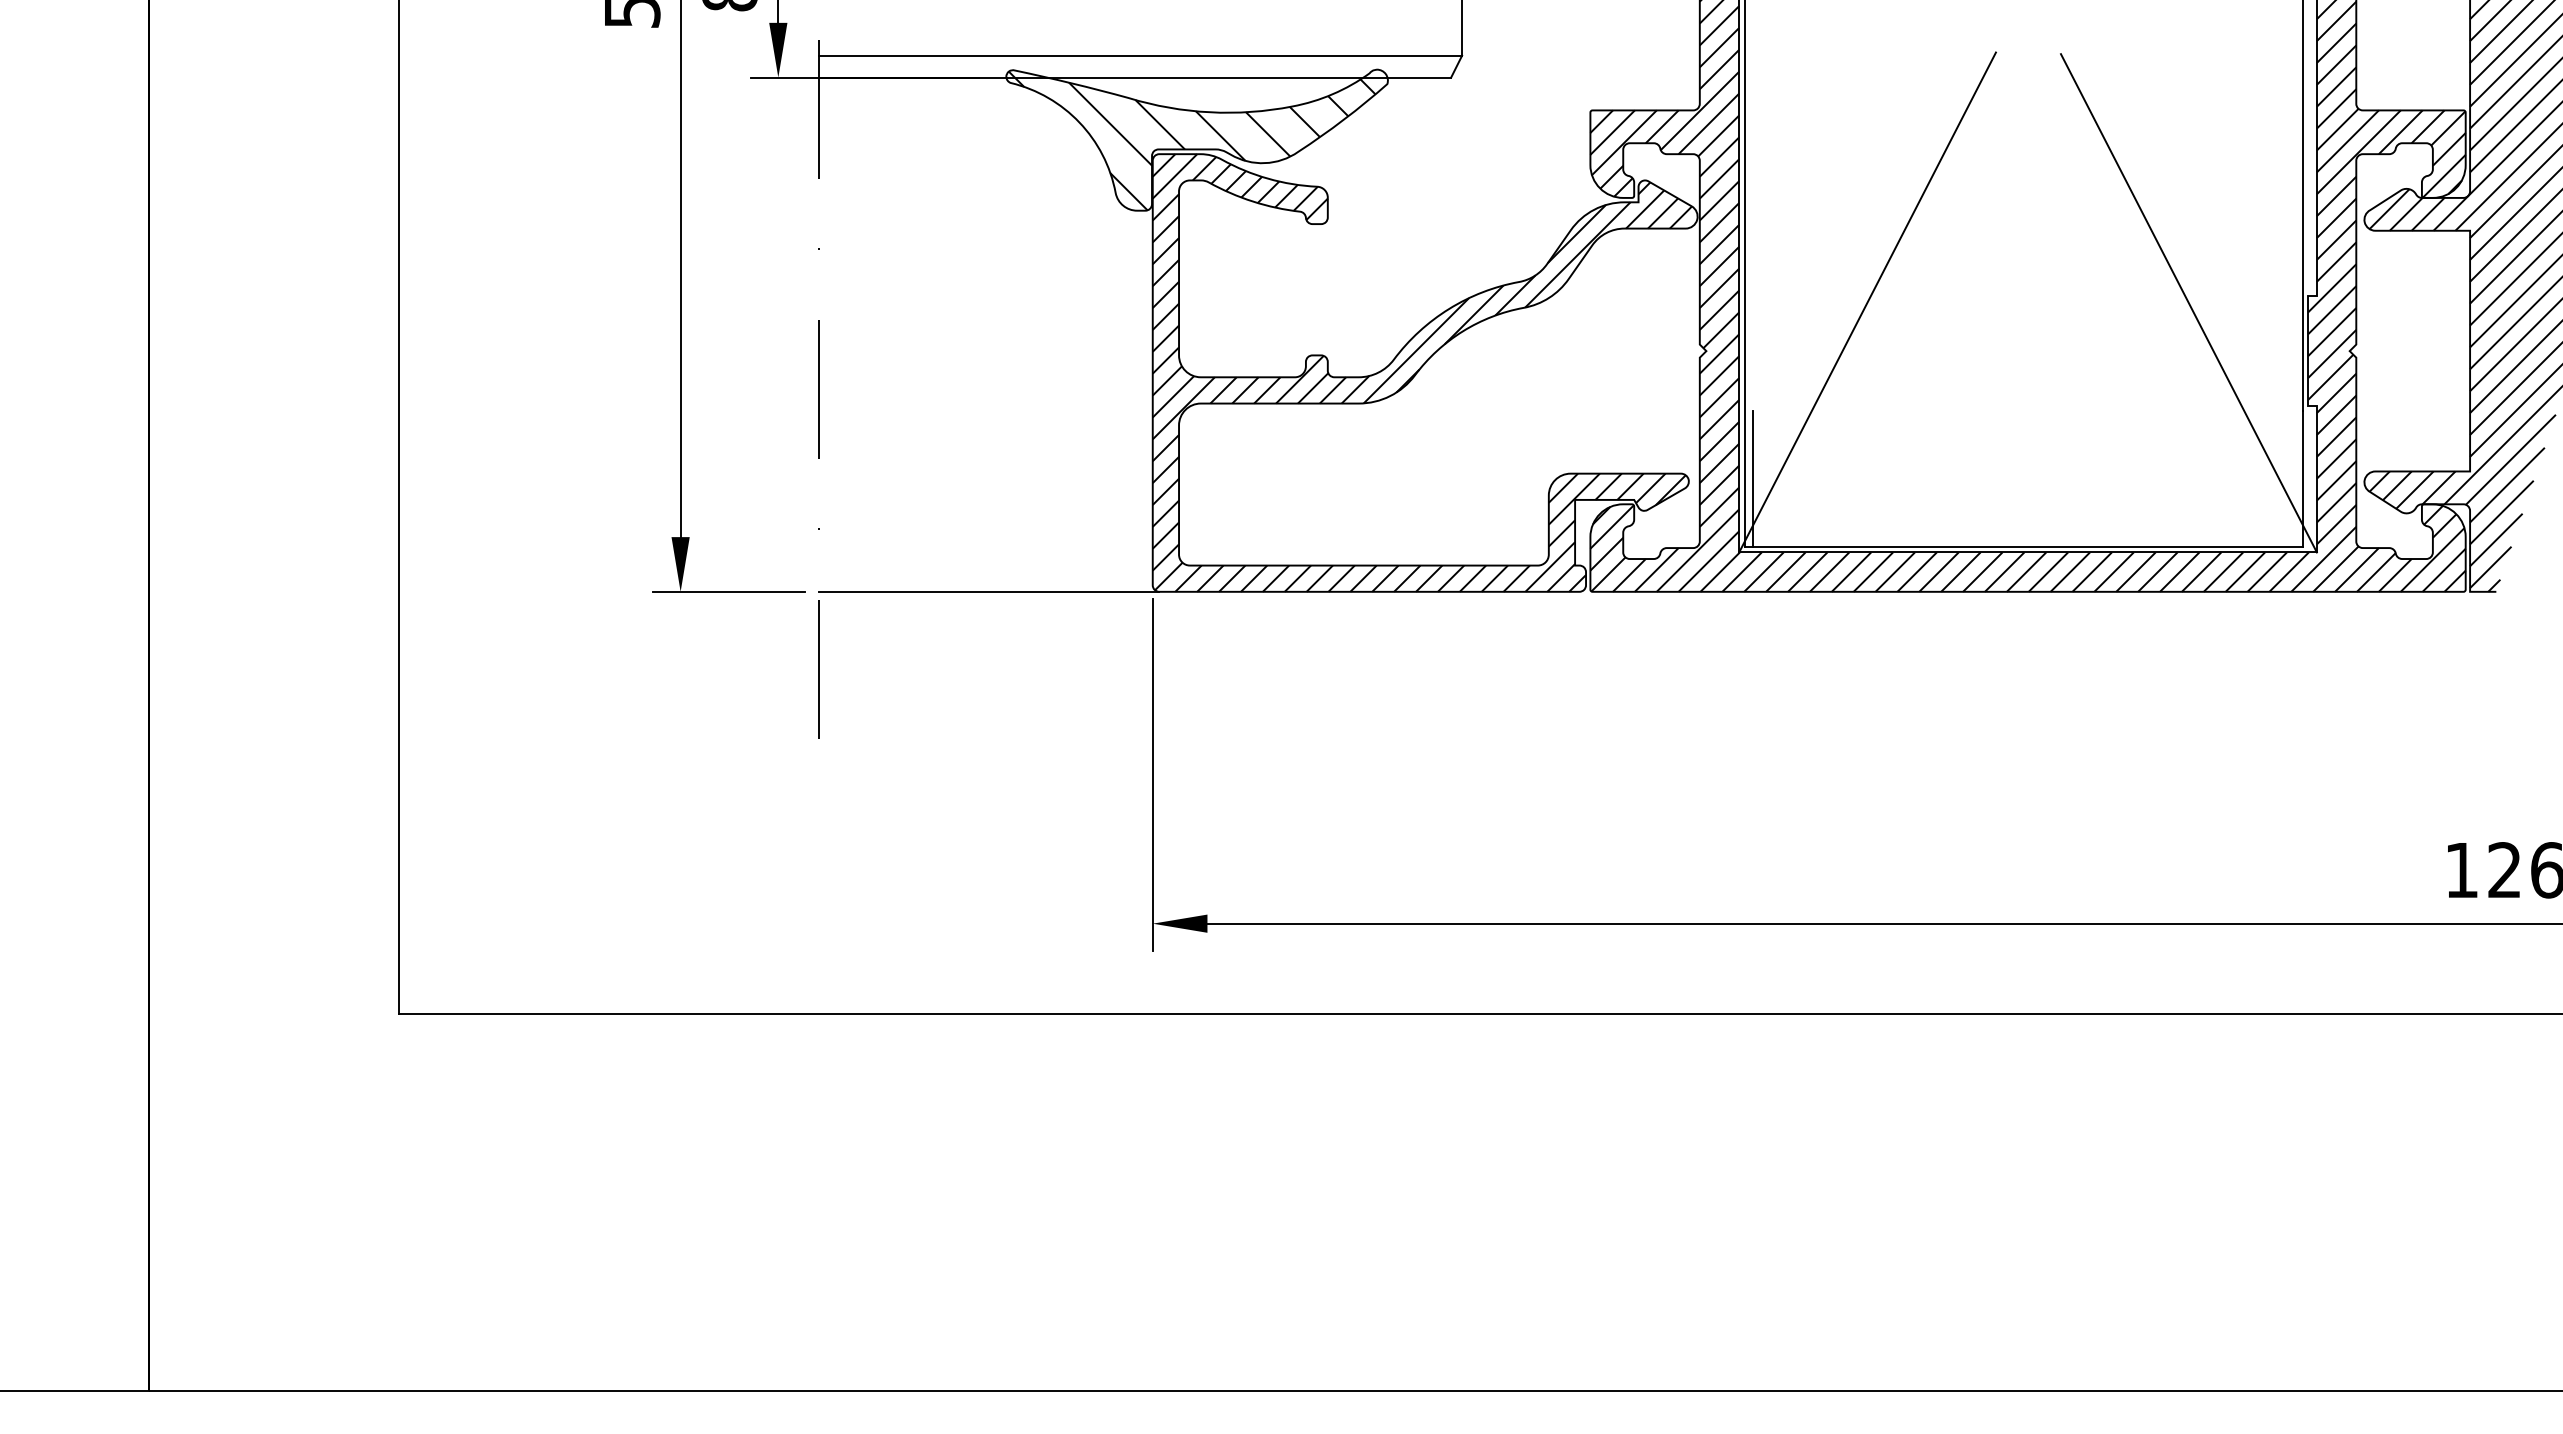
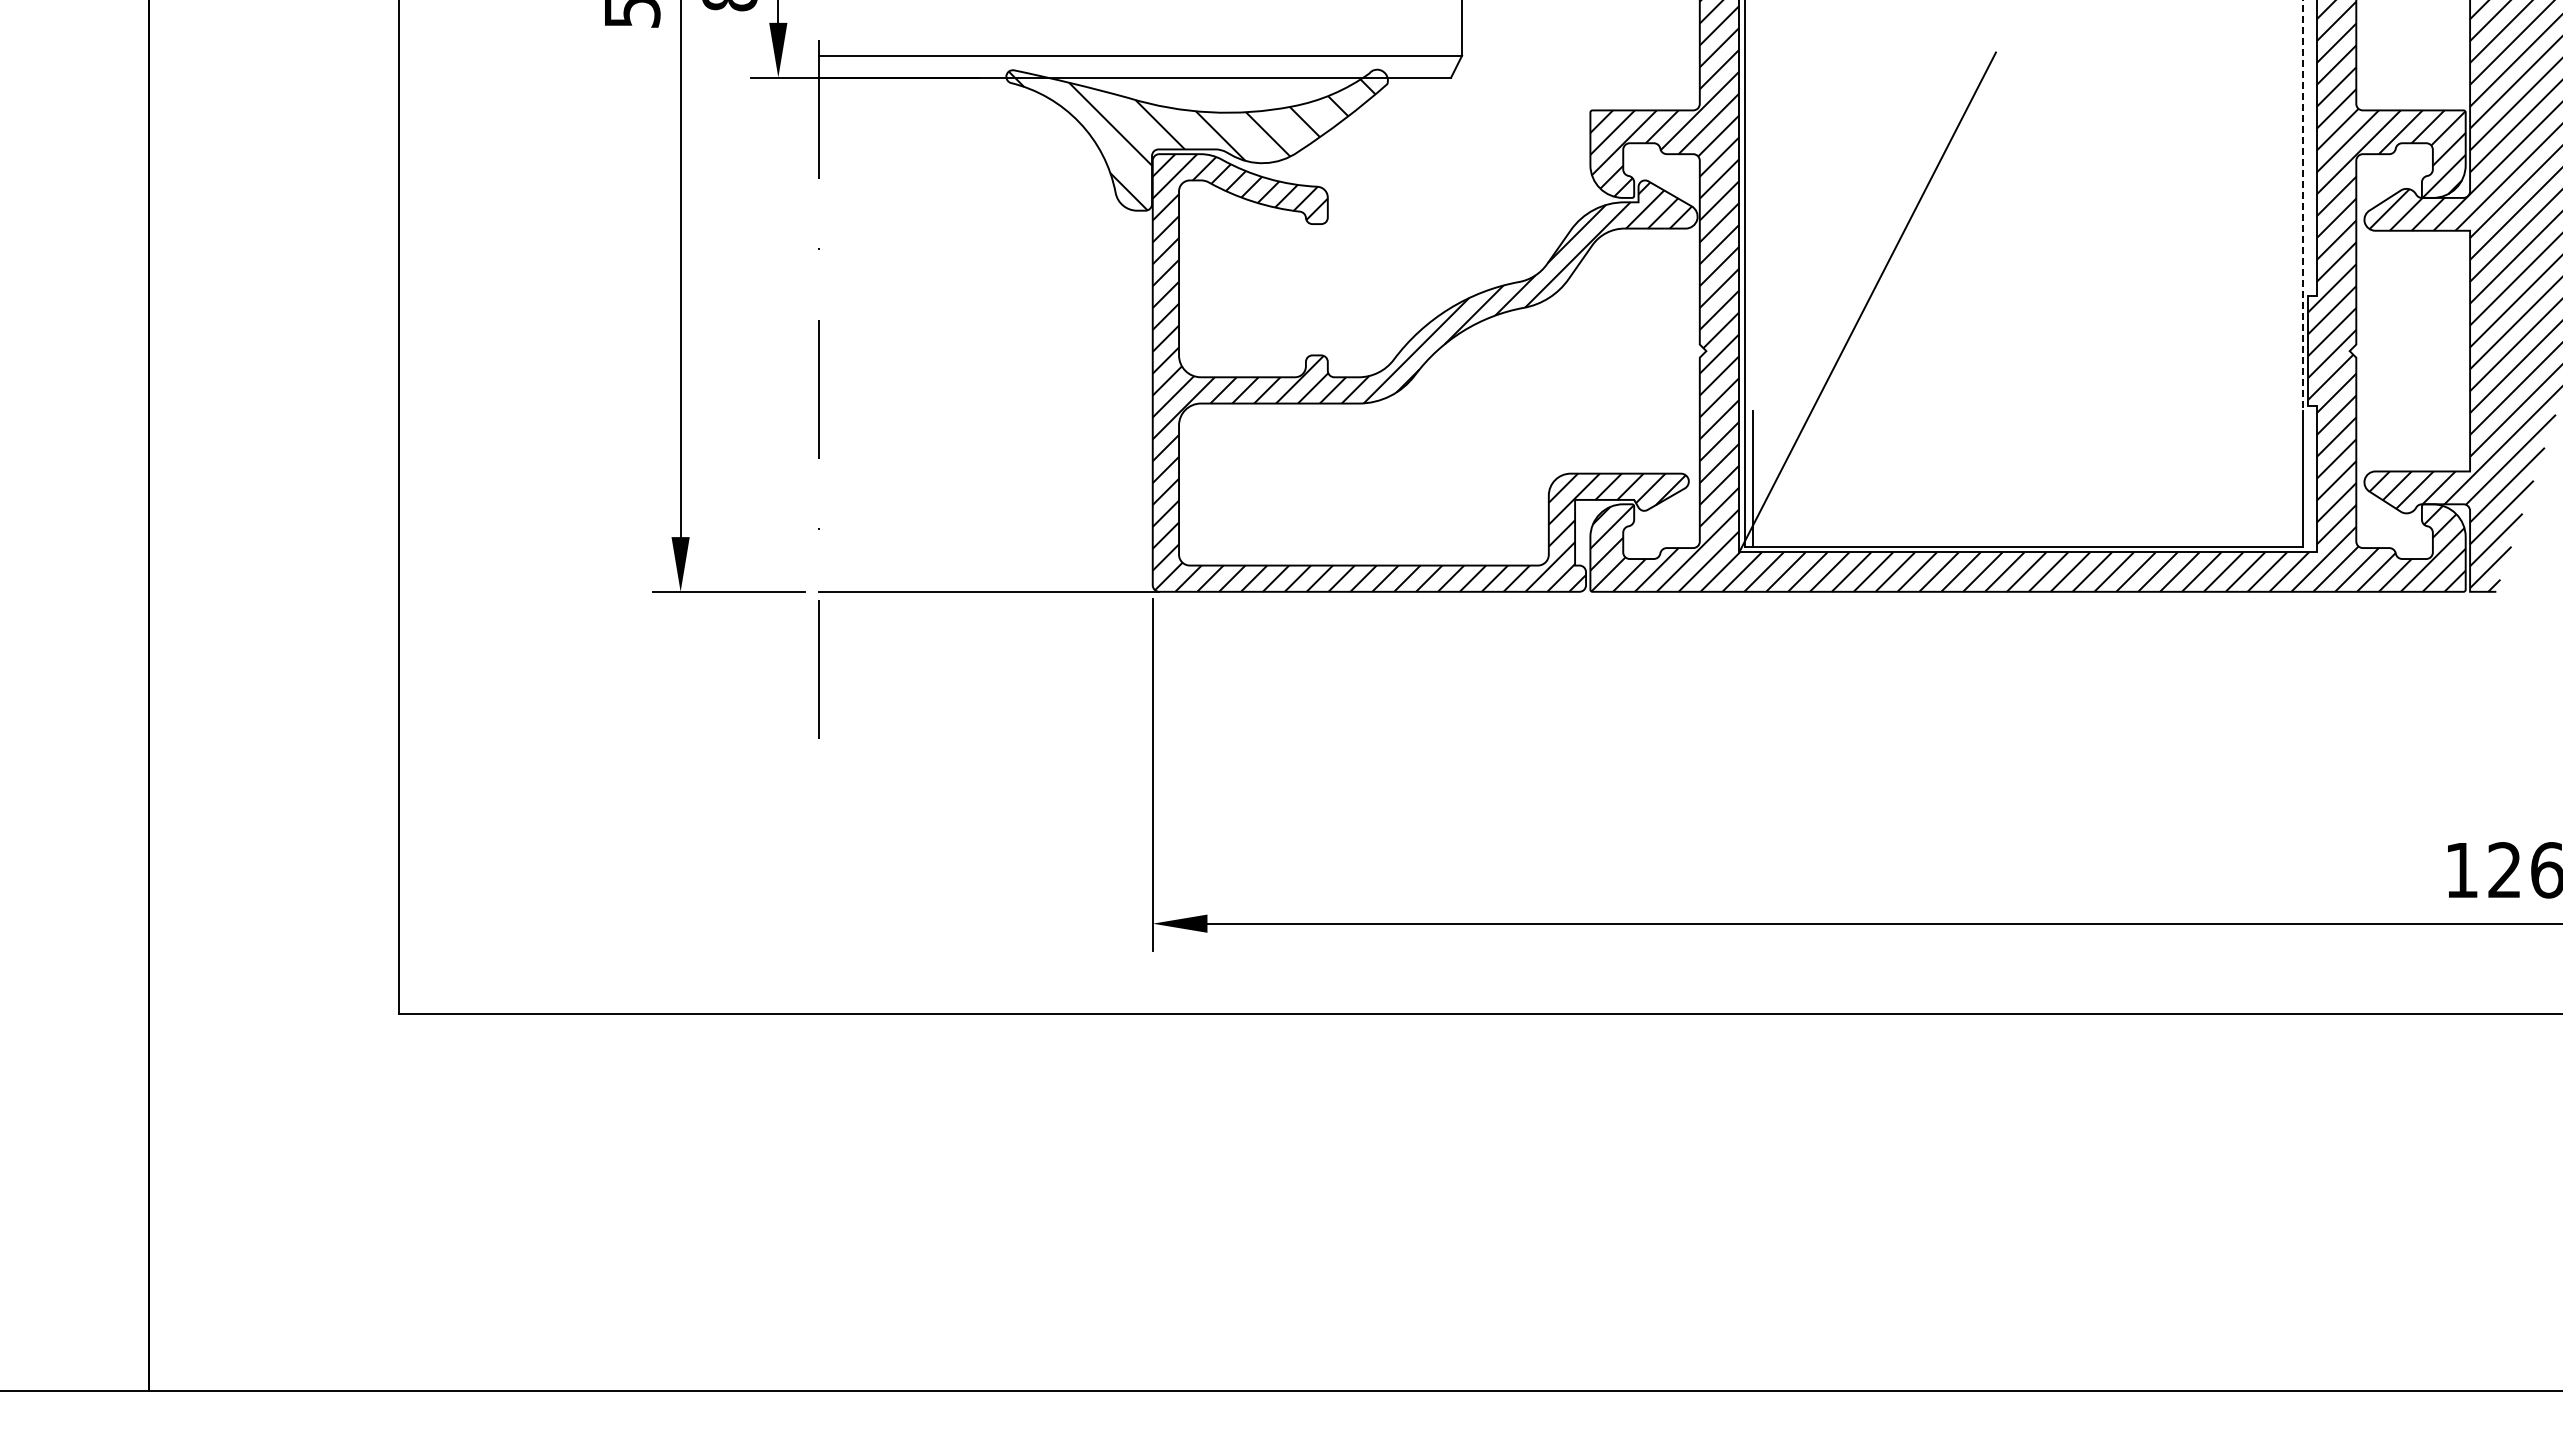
line at (2302, 206): solid -> dashed
line at (2188, 303): present -> none
